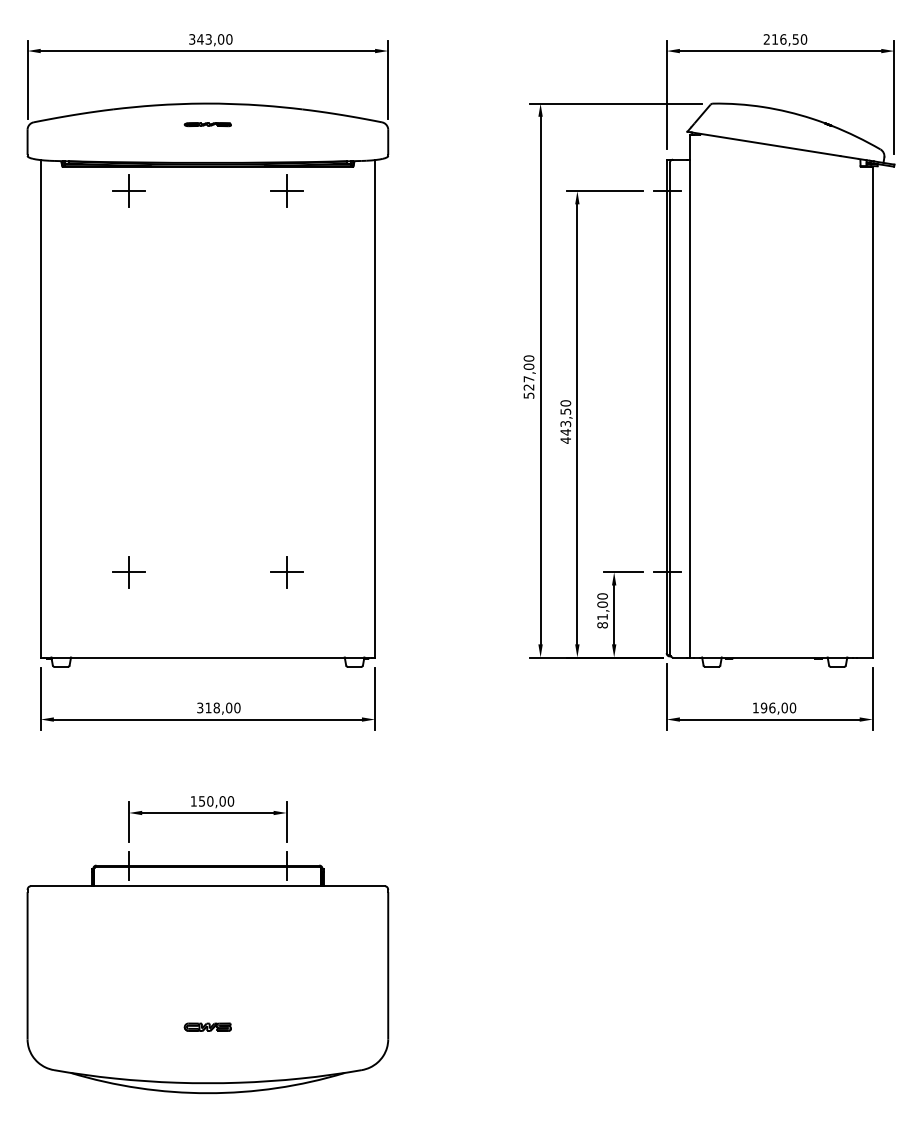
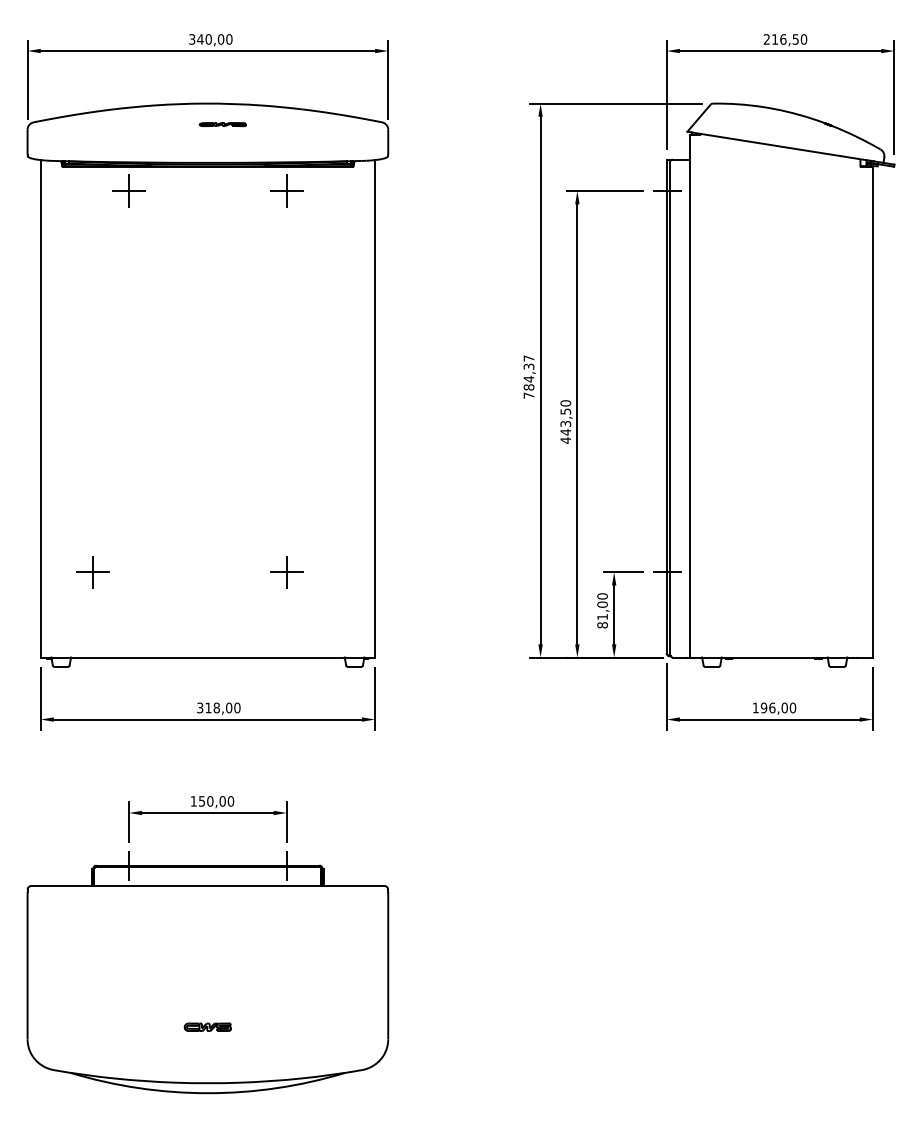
text at (208, 39): 343,00 -> 340,00
part at (207, 124) position: (207, 124) -> (222, 124)
text at (528, 376): 527,00 -> 784,37
part at (128, 572) position: (128, 572) -> (92, 572)
